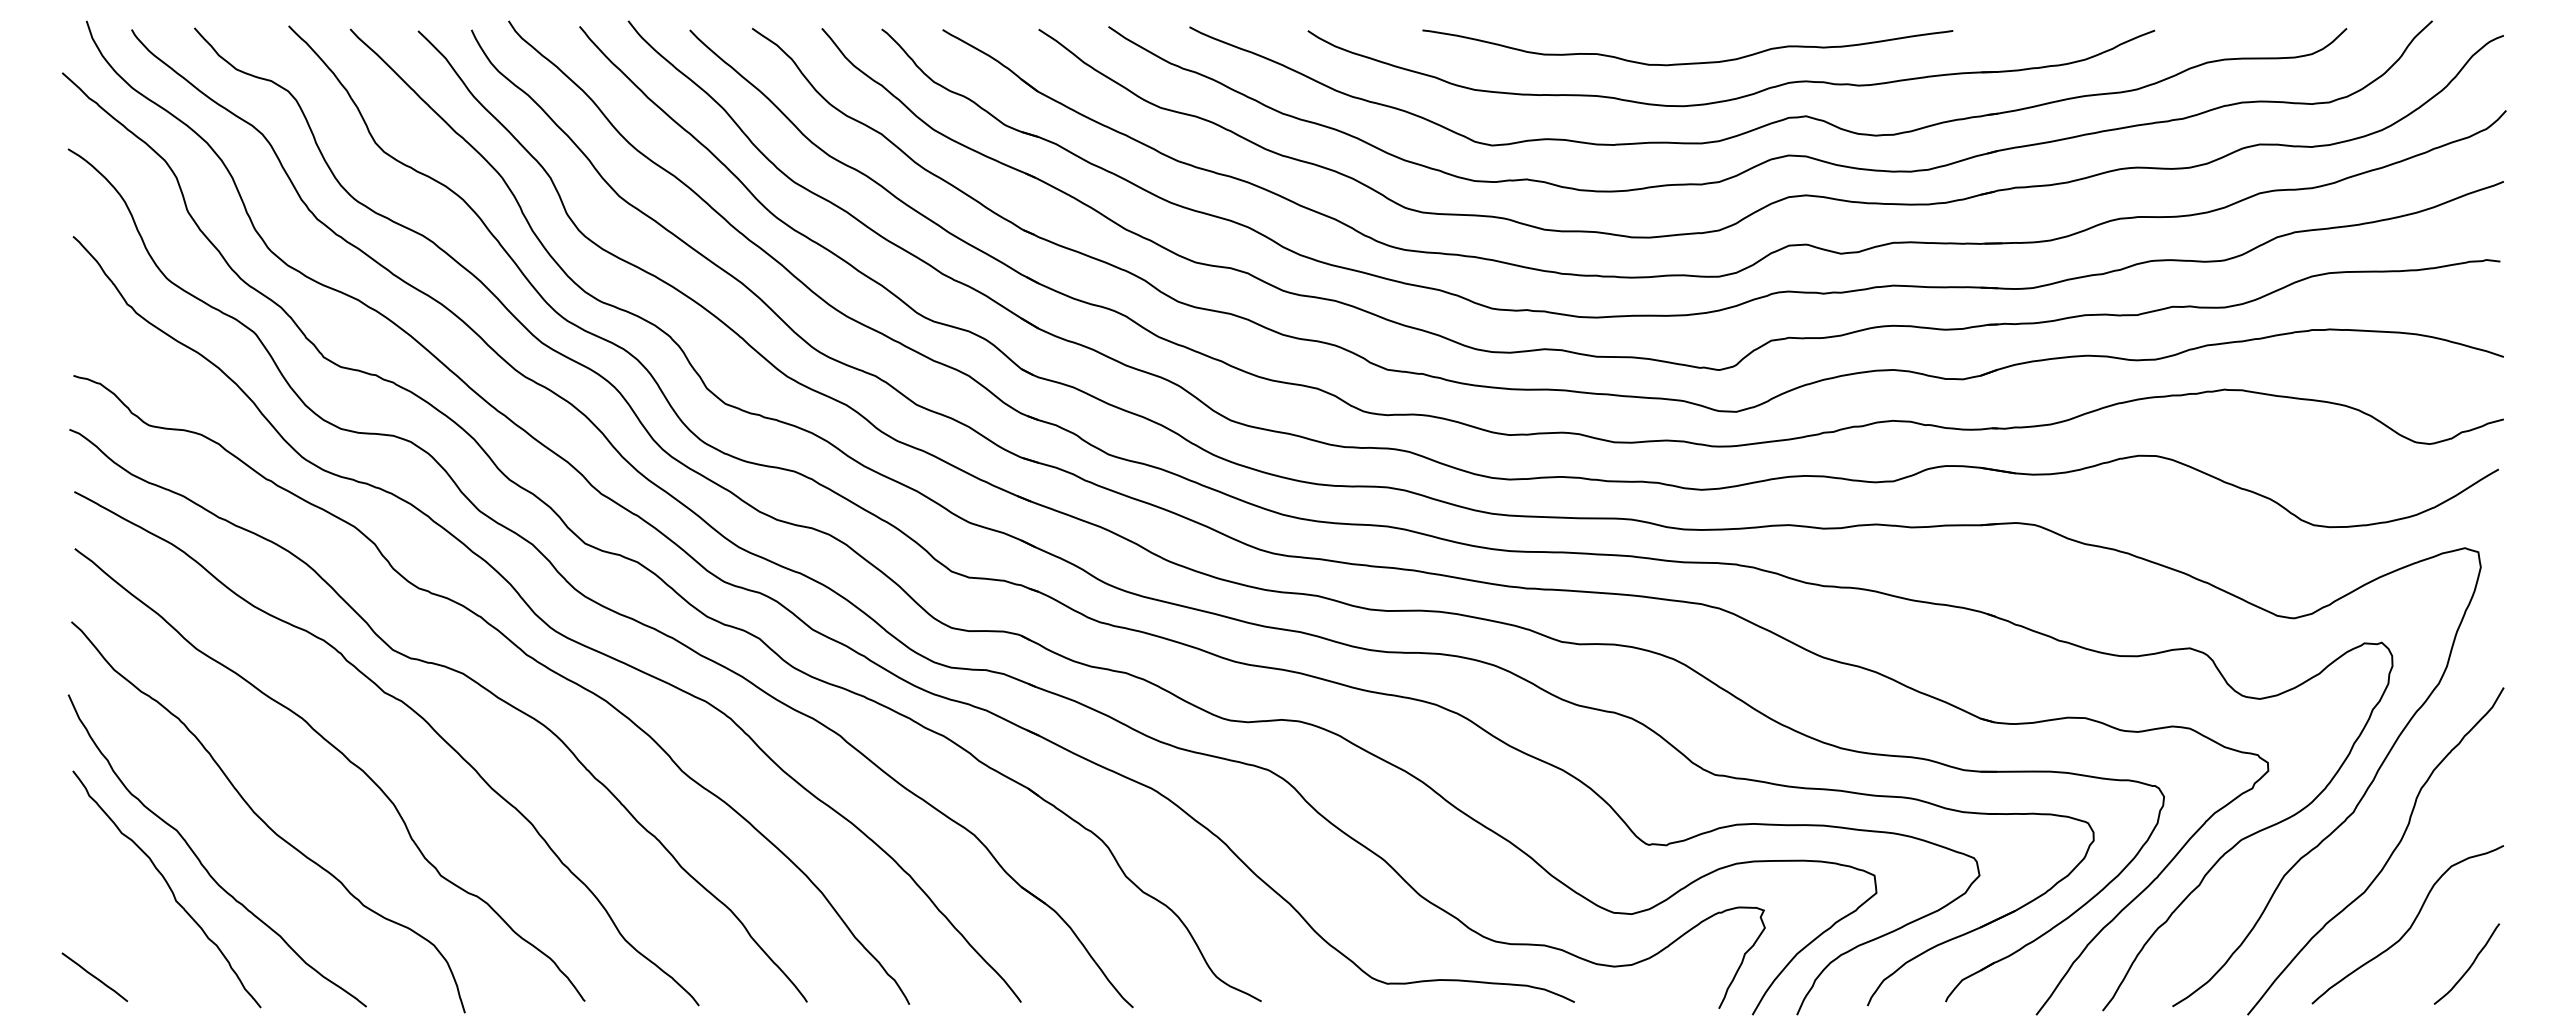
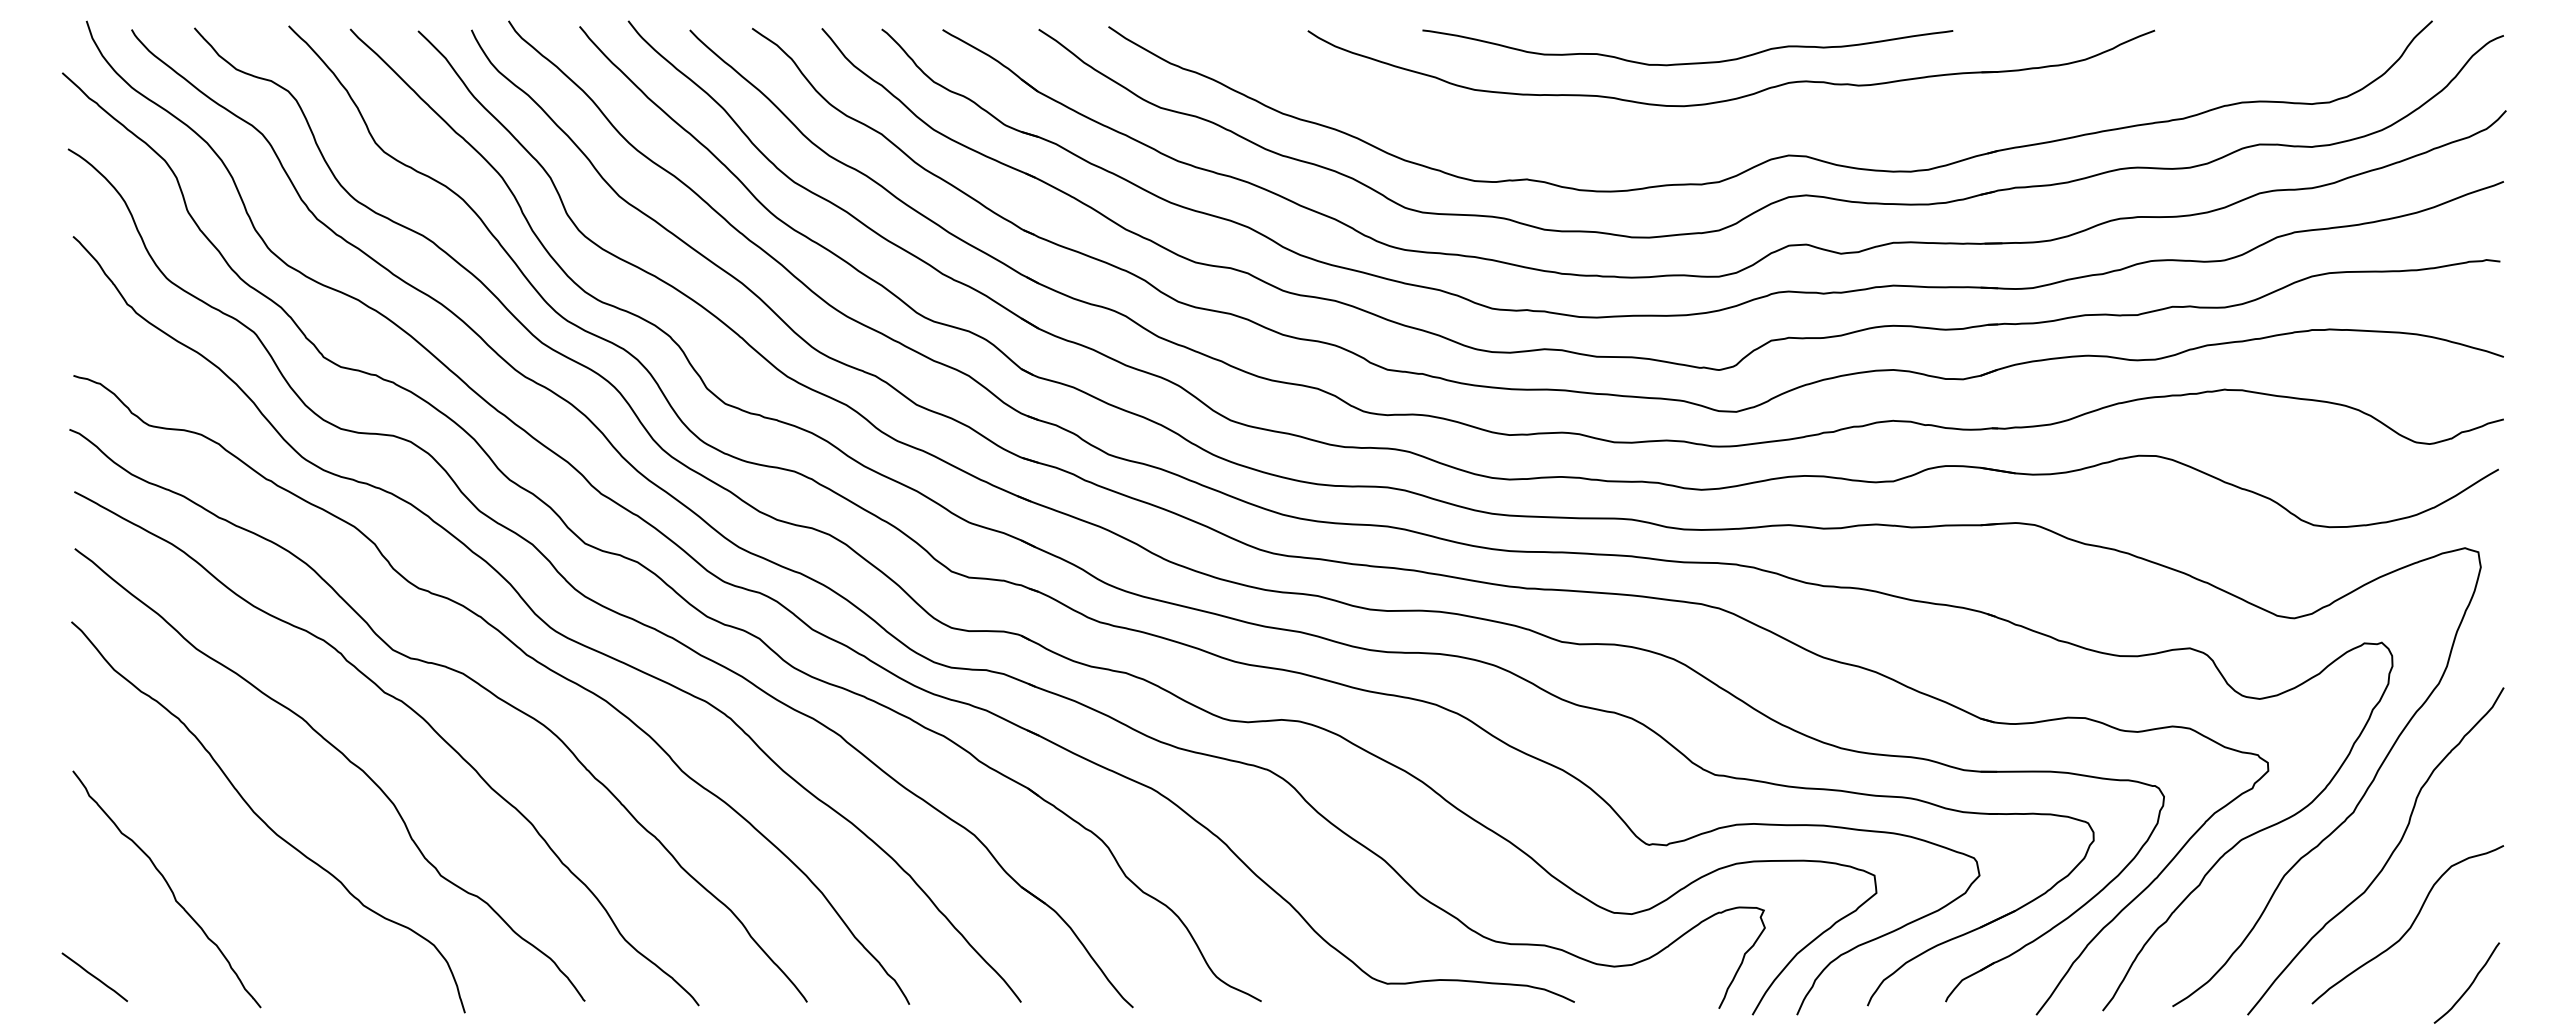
part at (1776, 120): present -> none
curve at (199, 858): present -> none
curve at (2469, 966) position: (2469, 966) -> (2469, 985)
